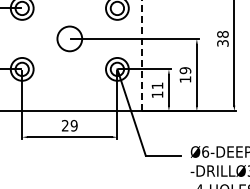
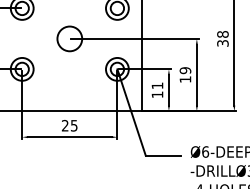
line at (142, 55): dashed -> solid
text at (73, 125): 29 -> 25
